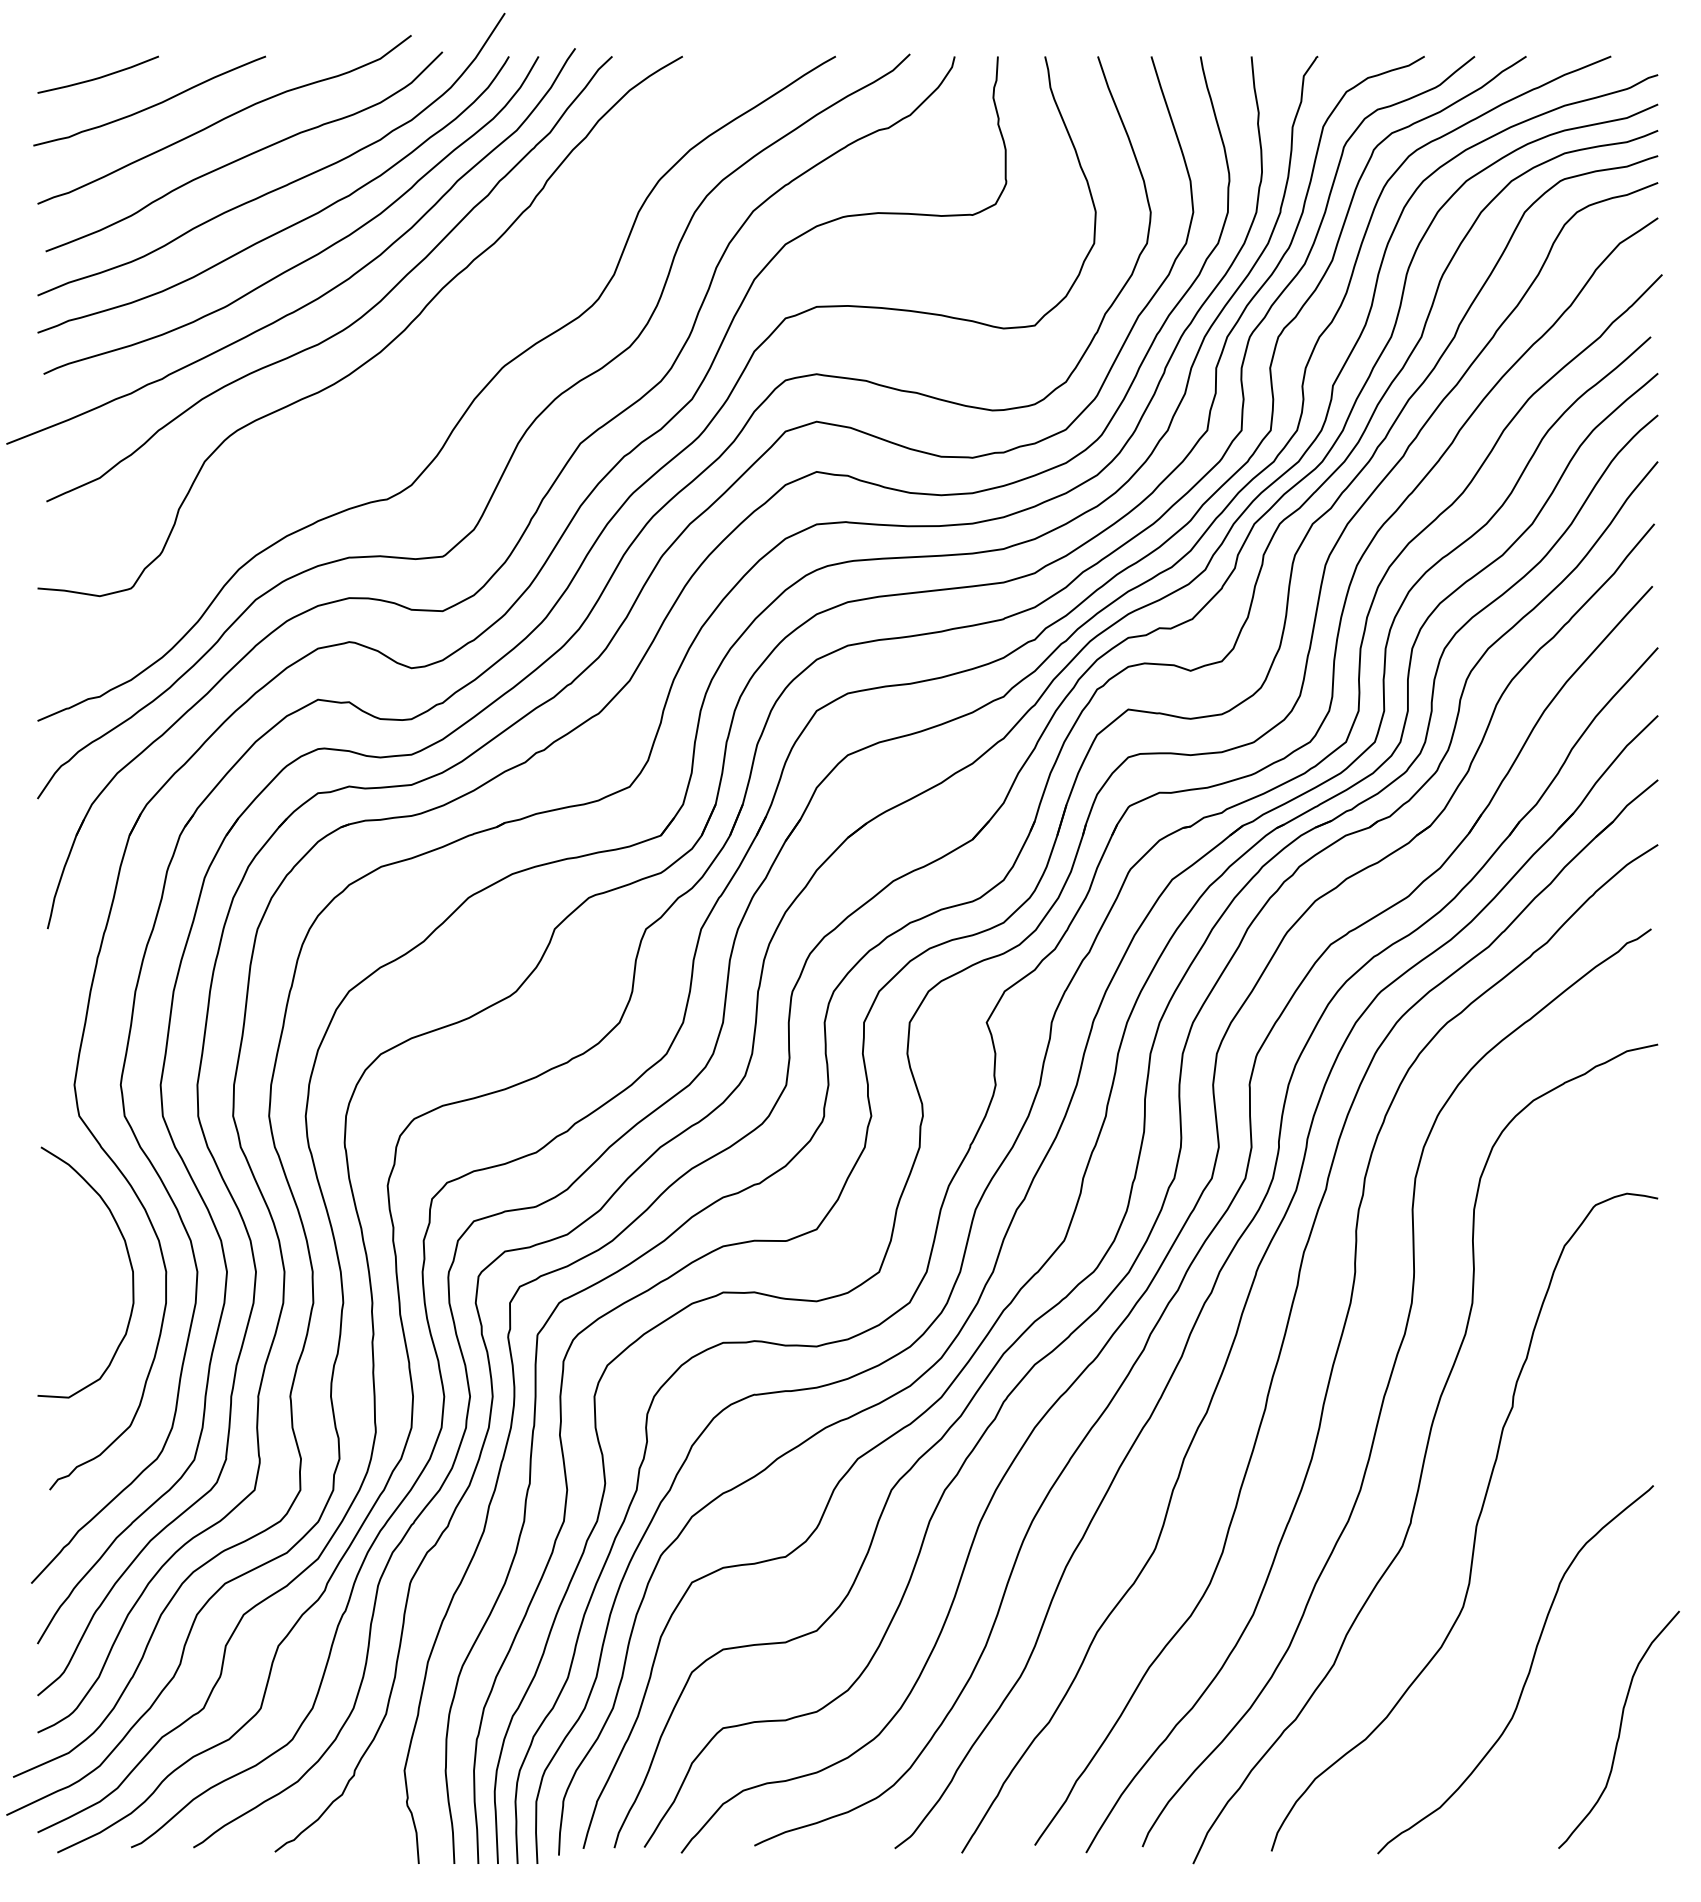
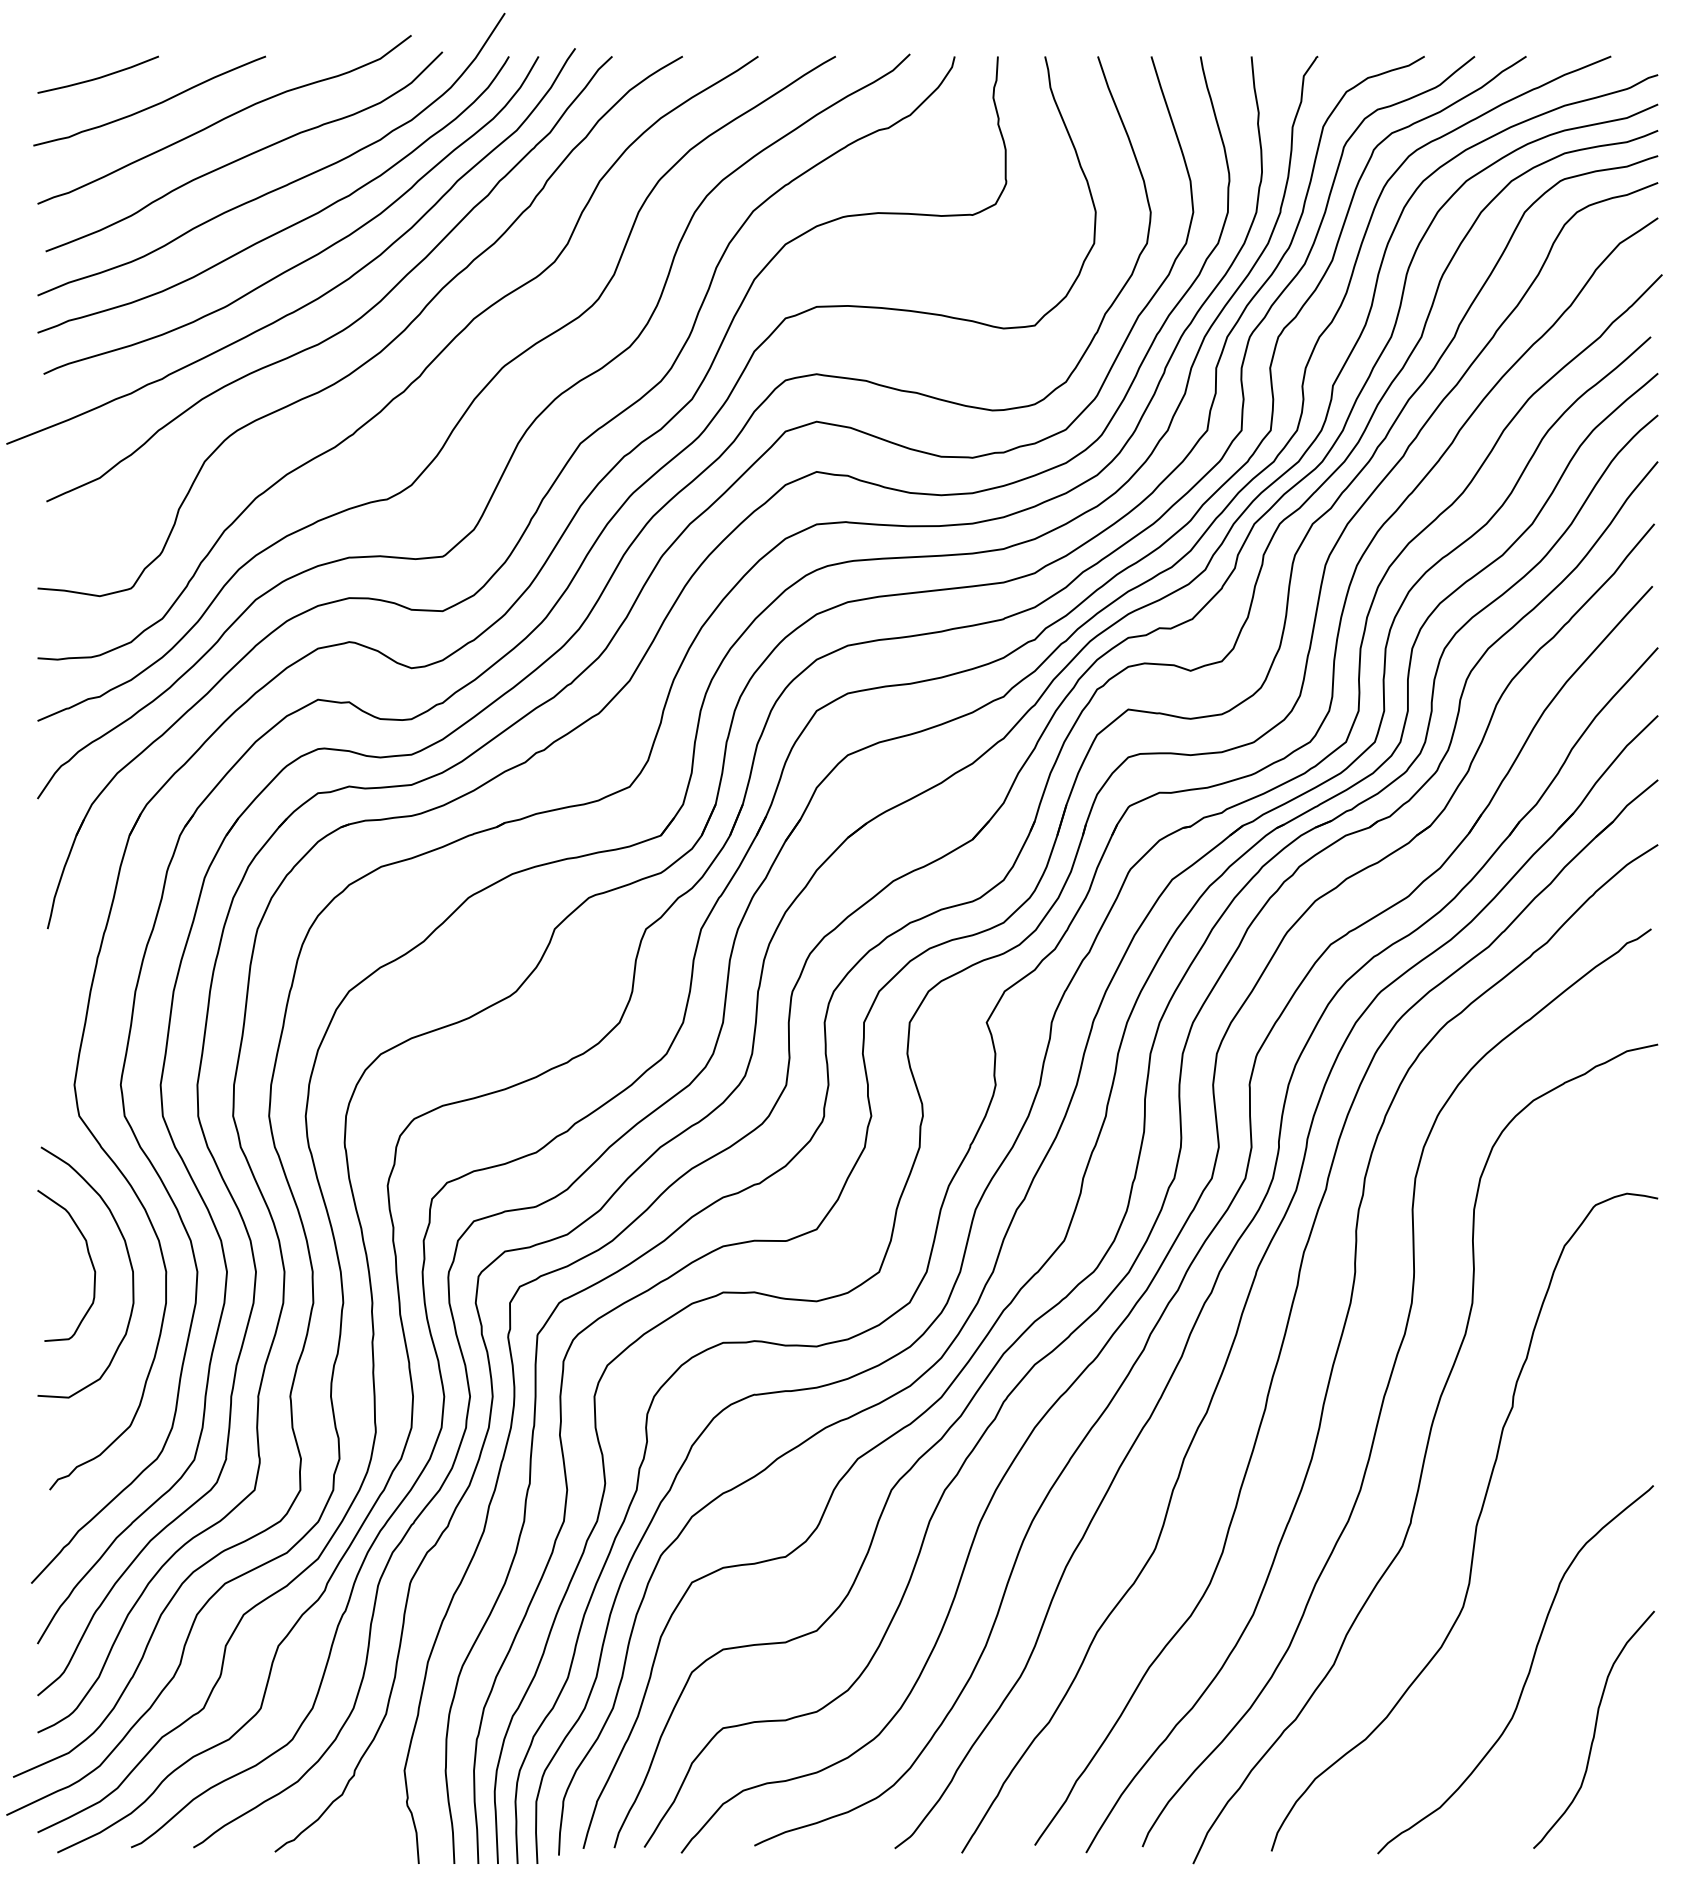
curve at (416, 377): none -> present
curve at (89, 1258): none -> present
curve at (1619, 1729) position: (1619, 1729) -> (1594, 1729)
